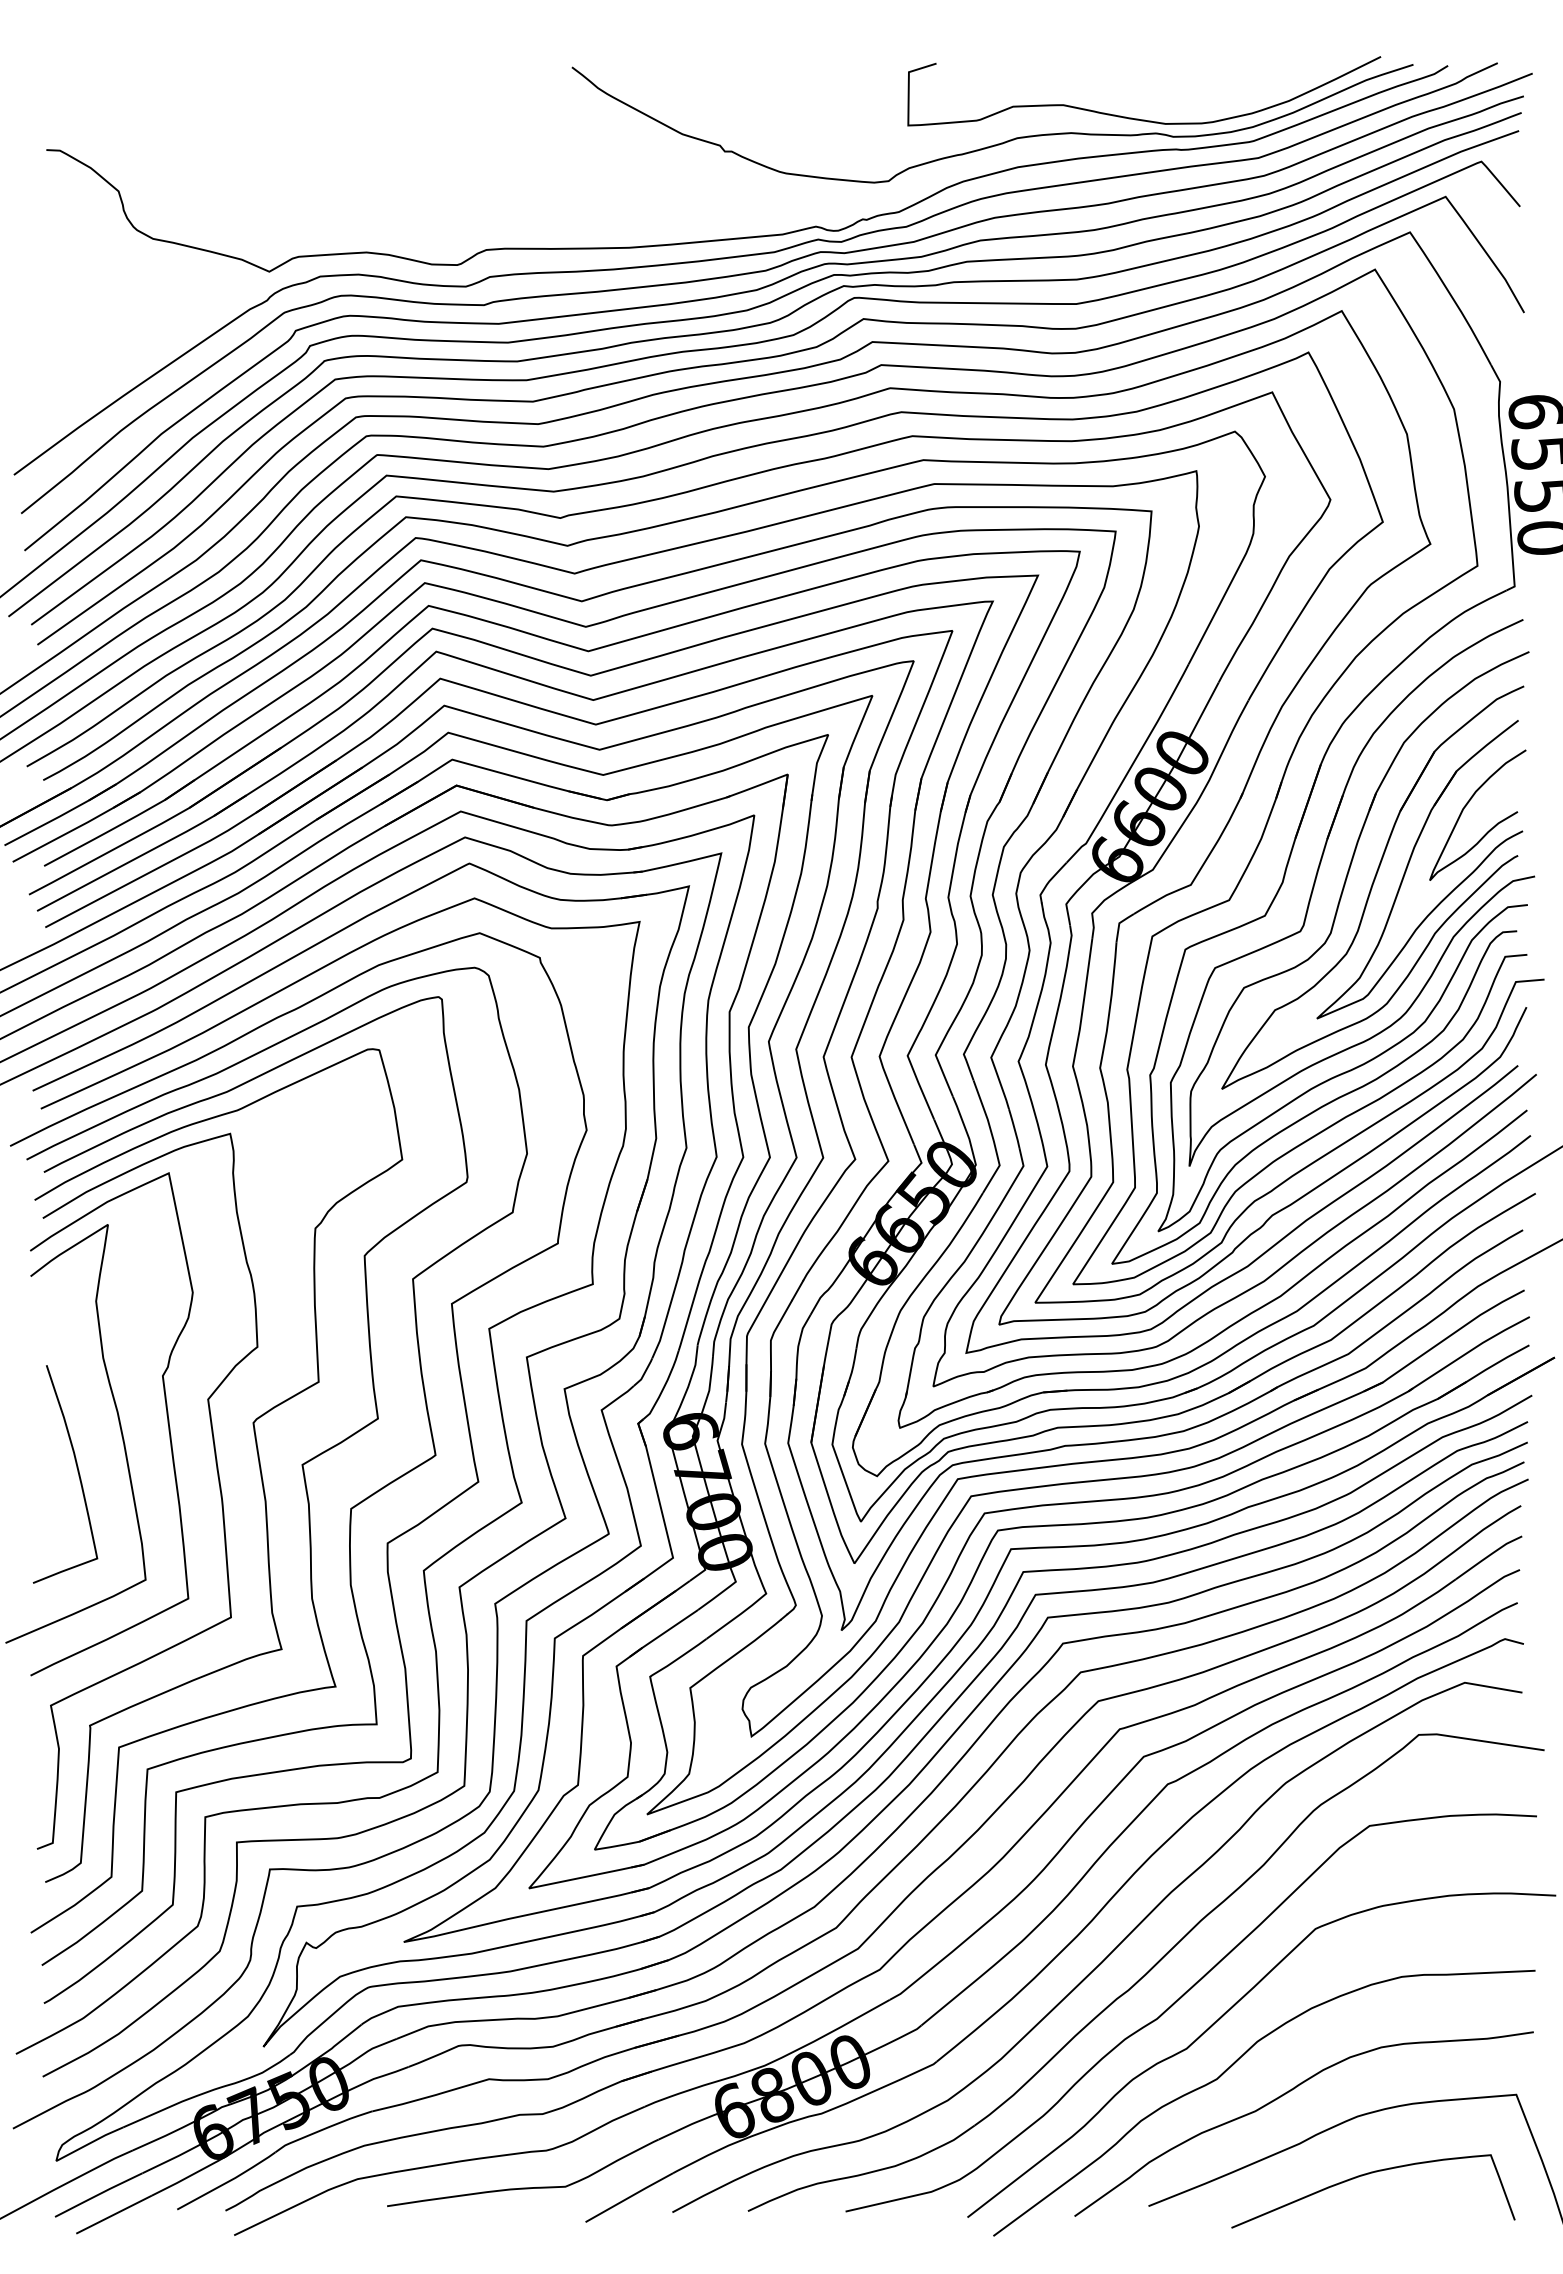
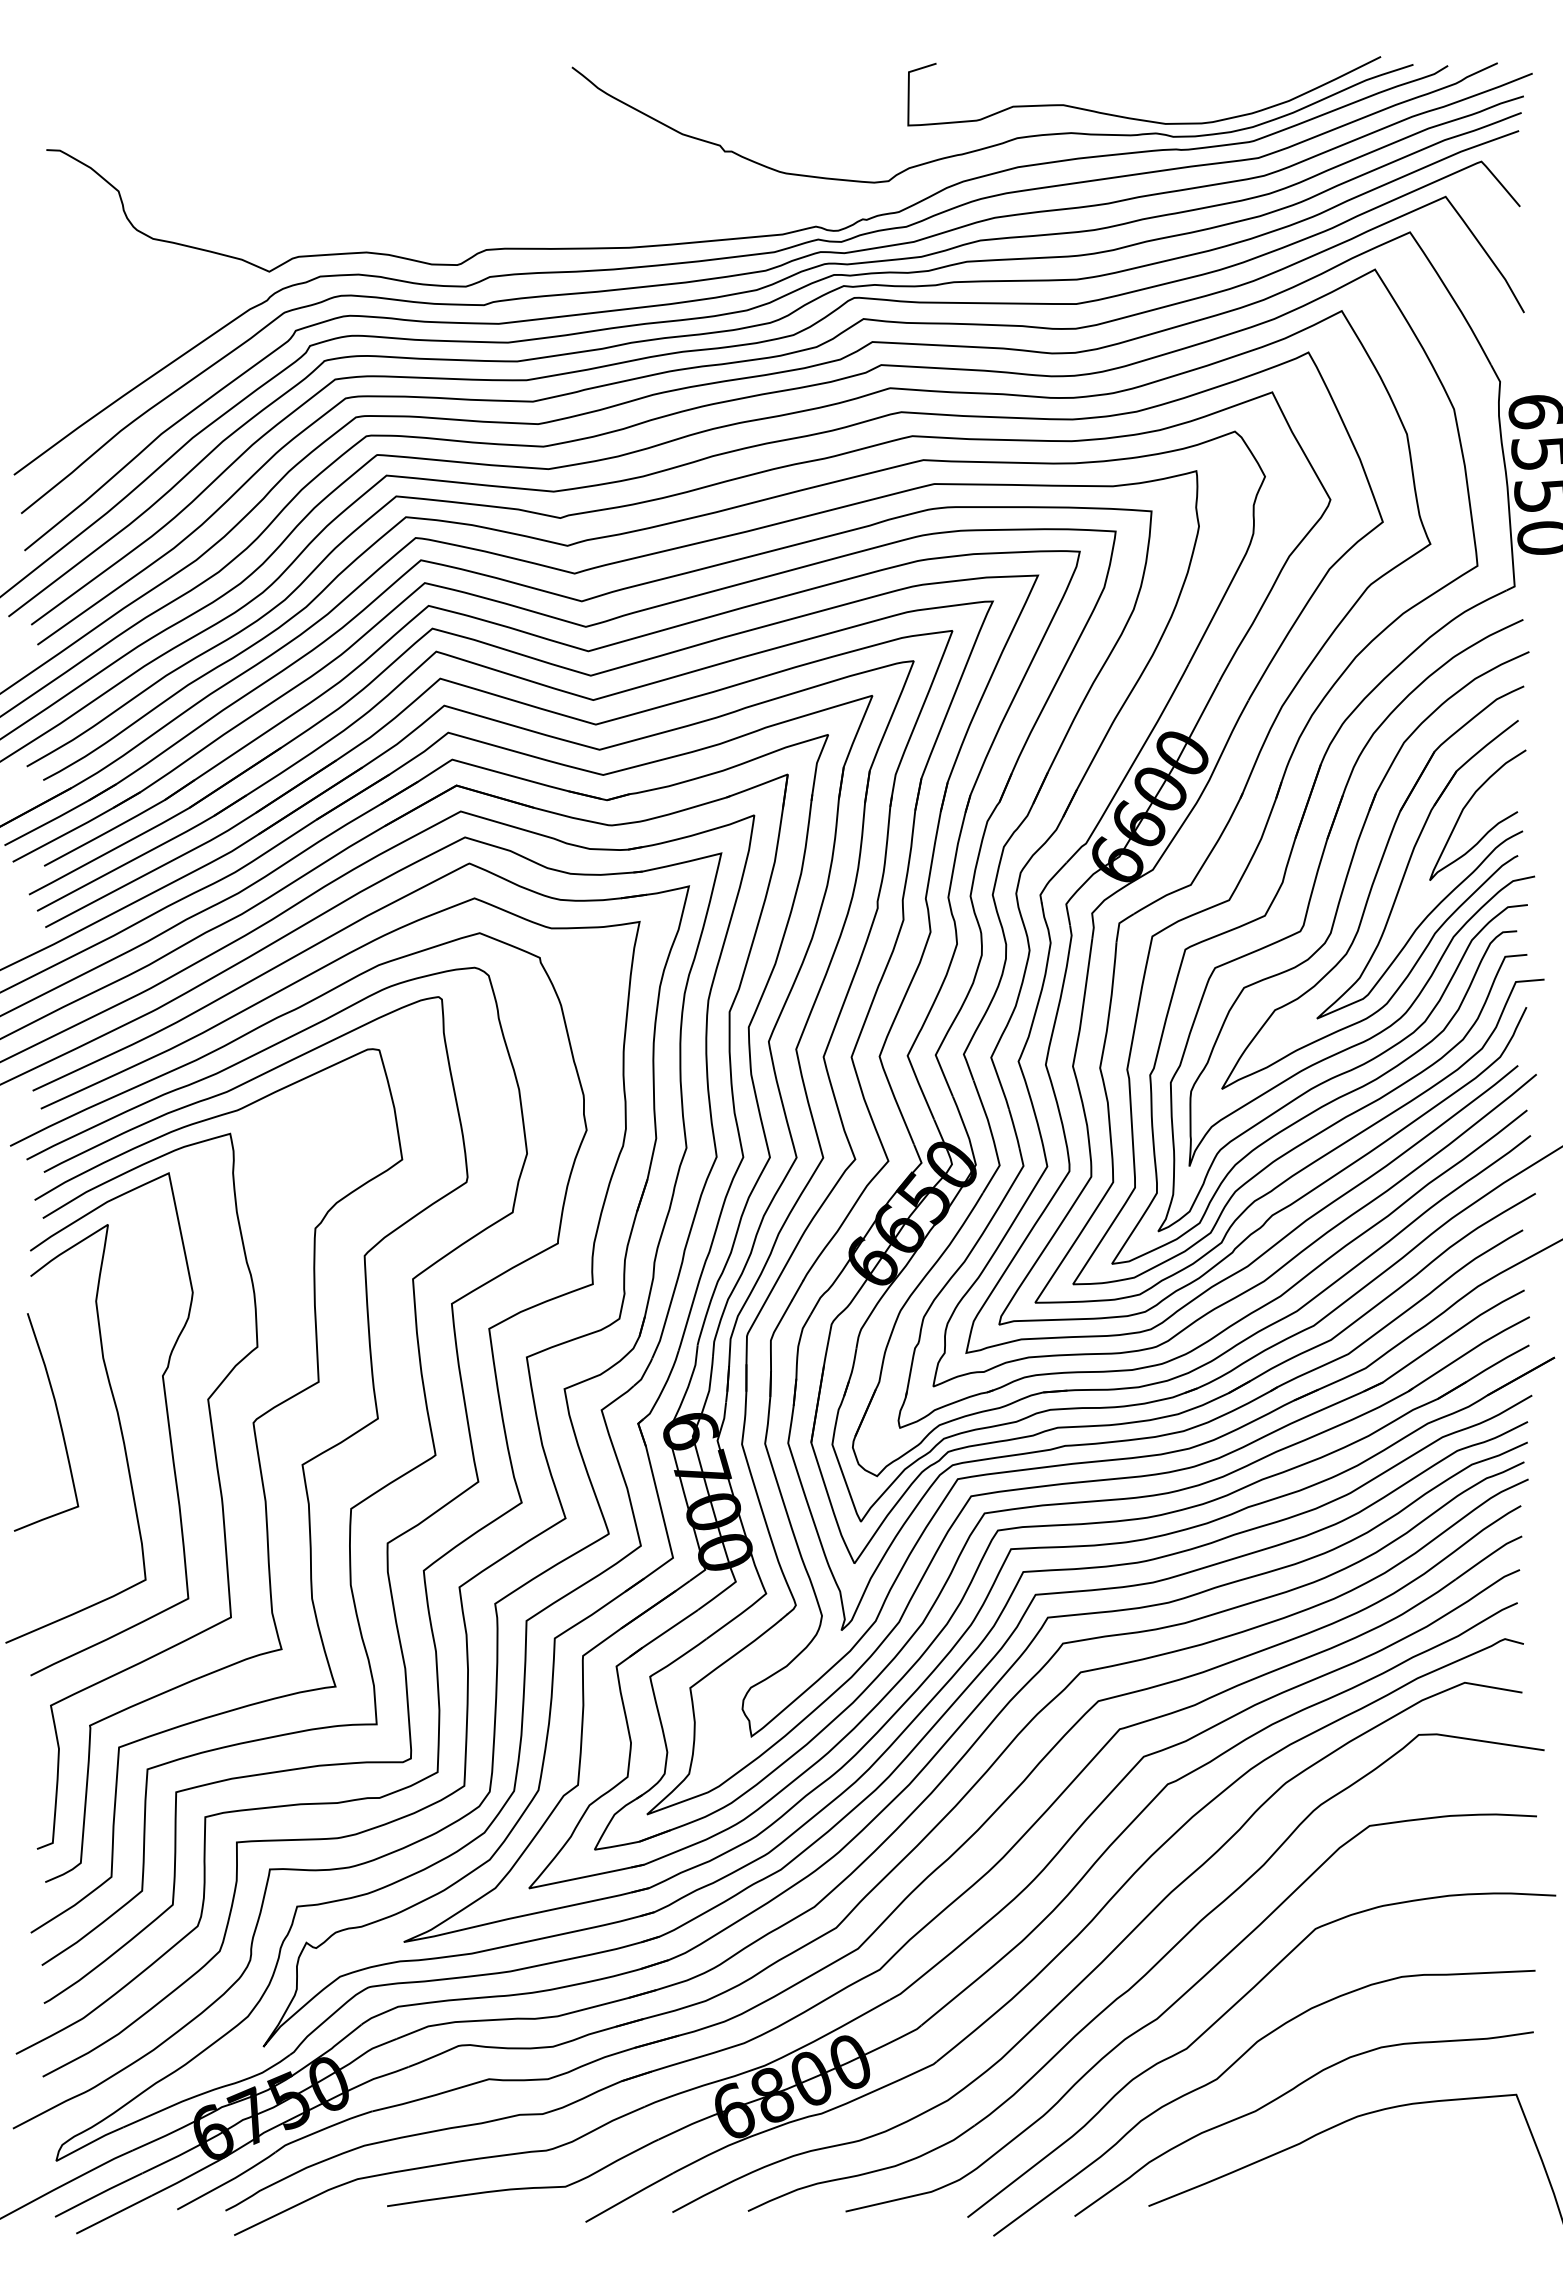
curve at (77, 1472) position: (77, 1472) -> (58, 1420)
curve at (1369, 2174): present -> none
